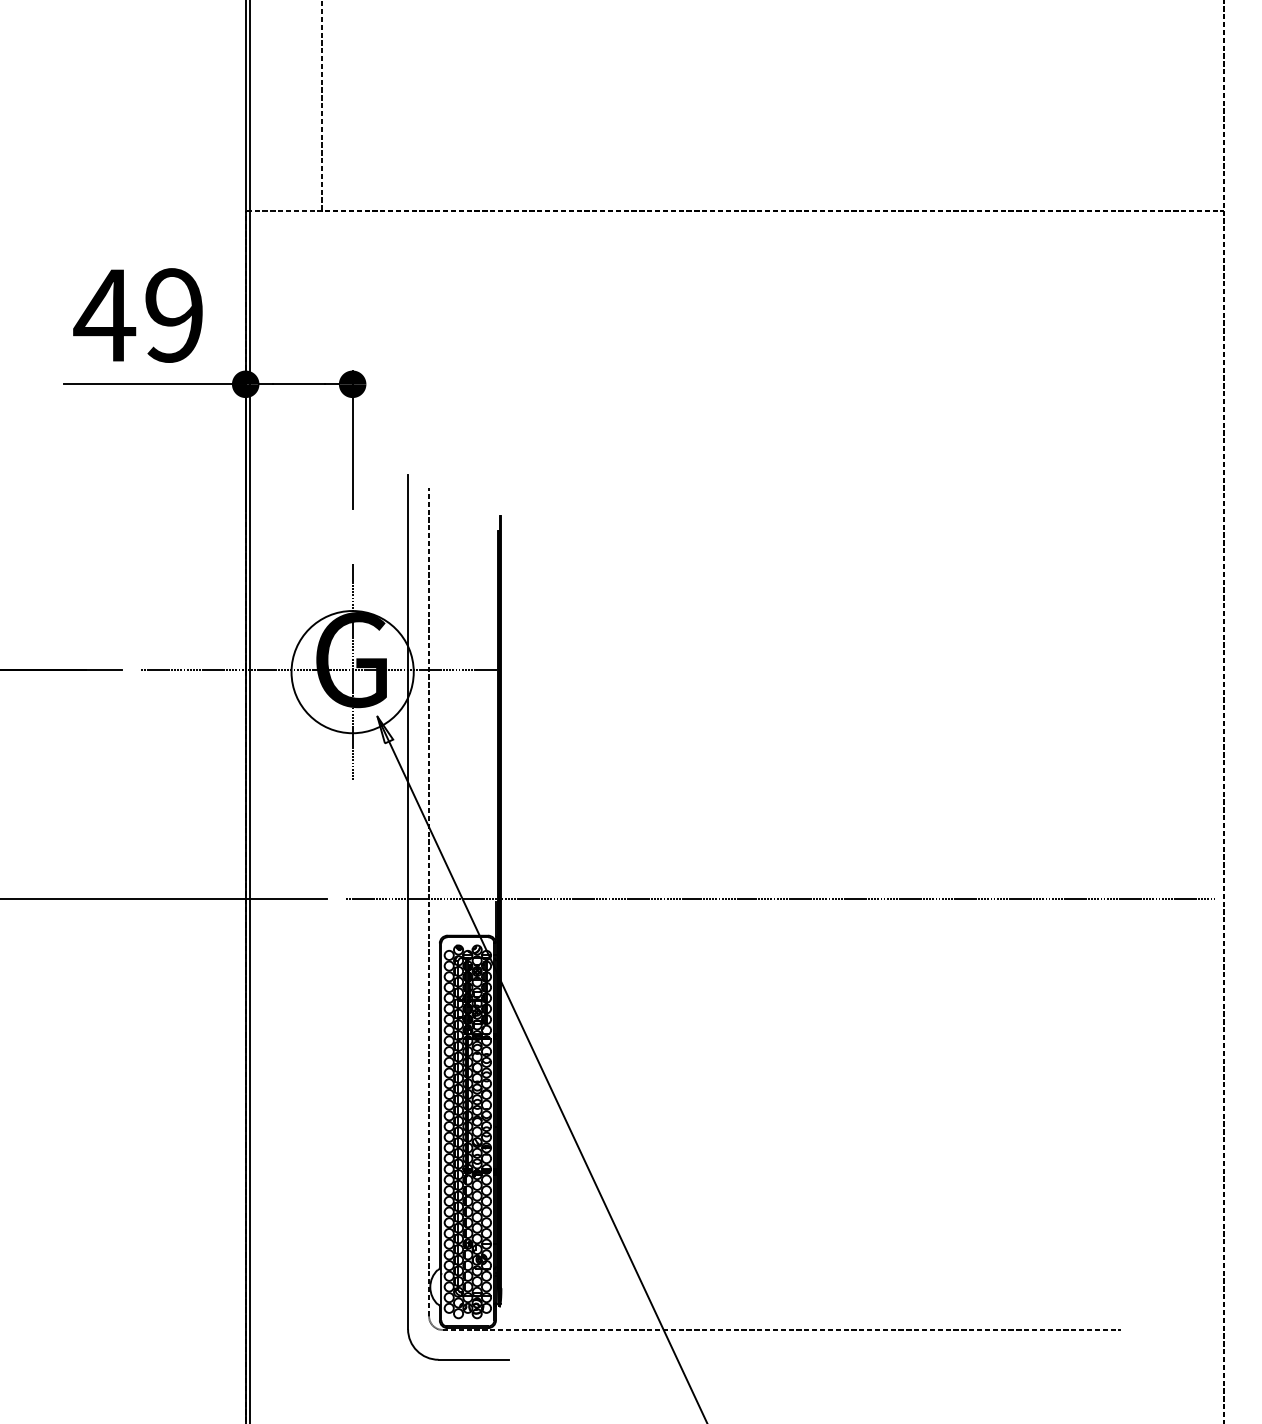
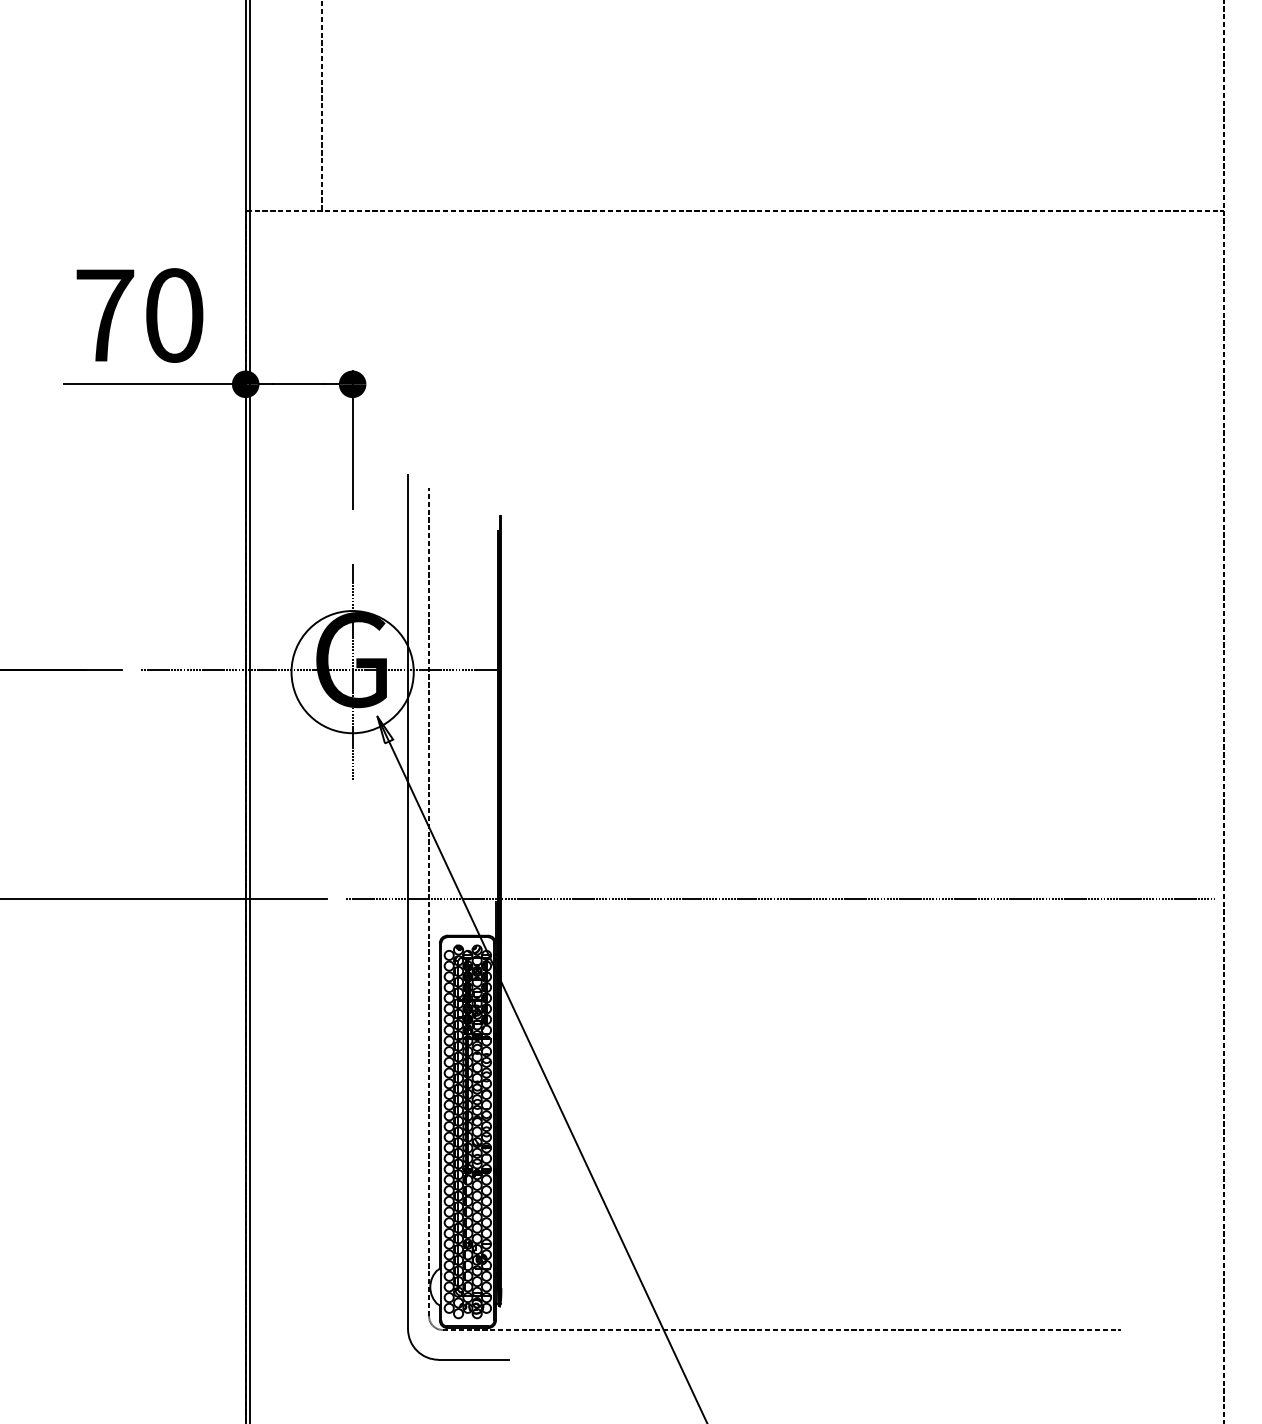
text at (138, 315): 49 -> 70
